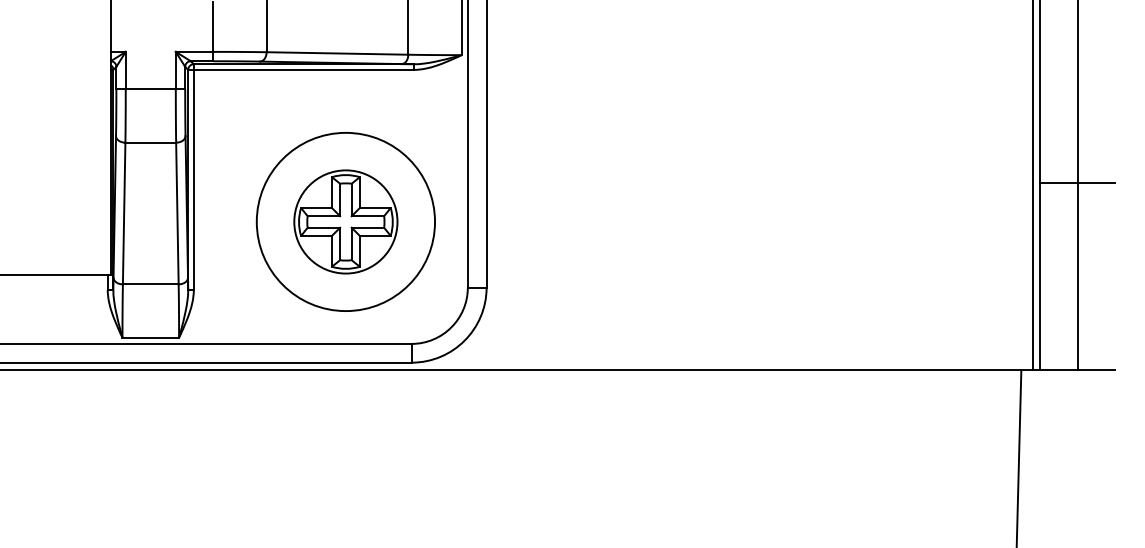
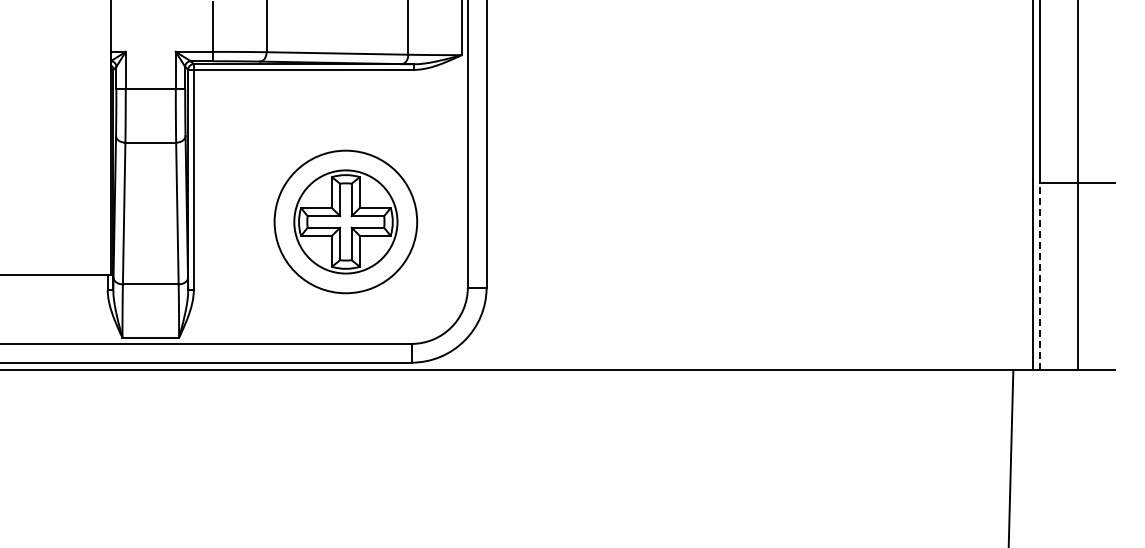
circle at (345, 221) diameter: 178 px -> 143 px
line at (1040, 276): solid -> dashed
line at (1018, 457) position: (1018, 457) -> (1010, 457)
